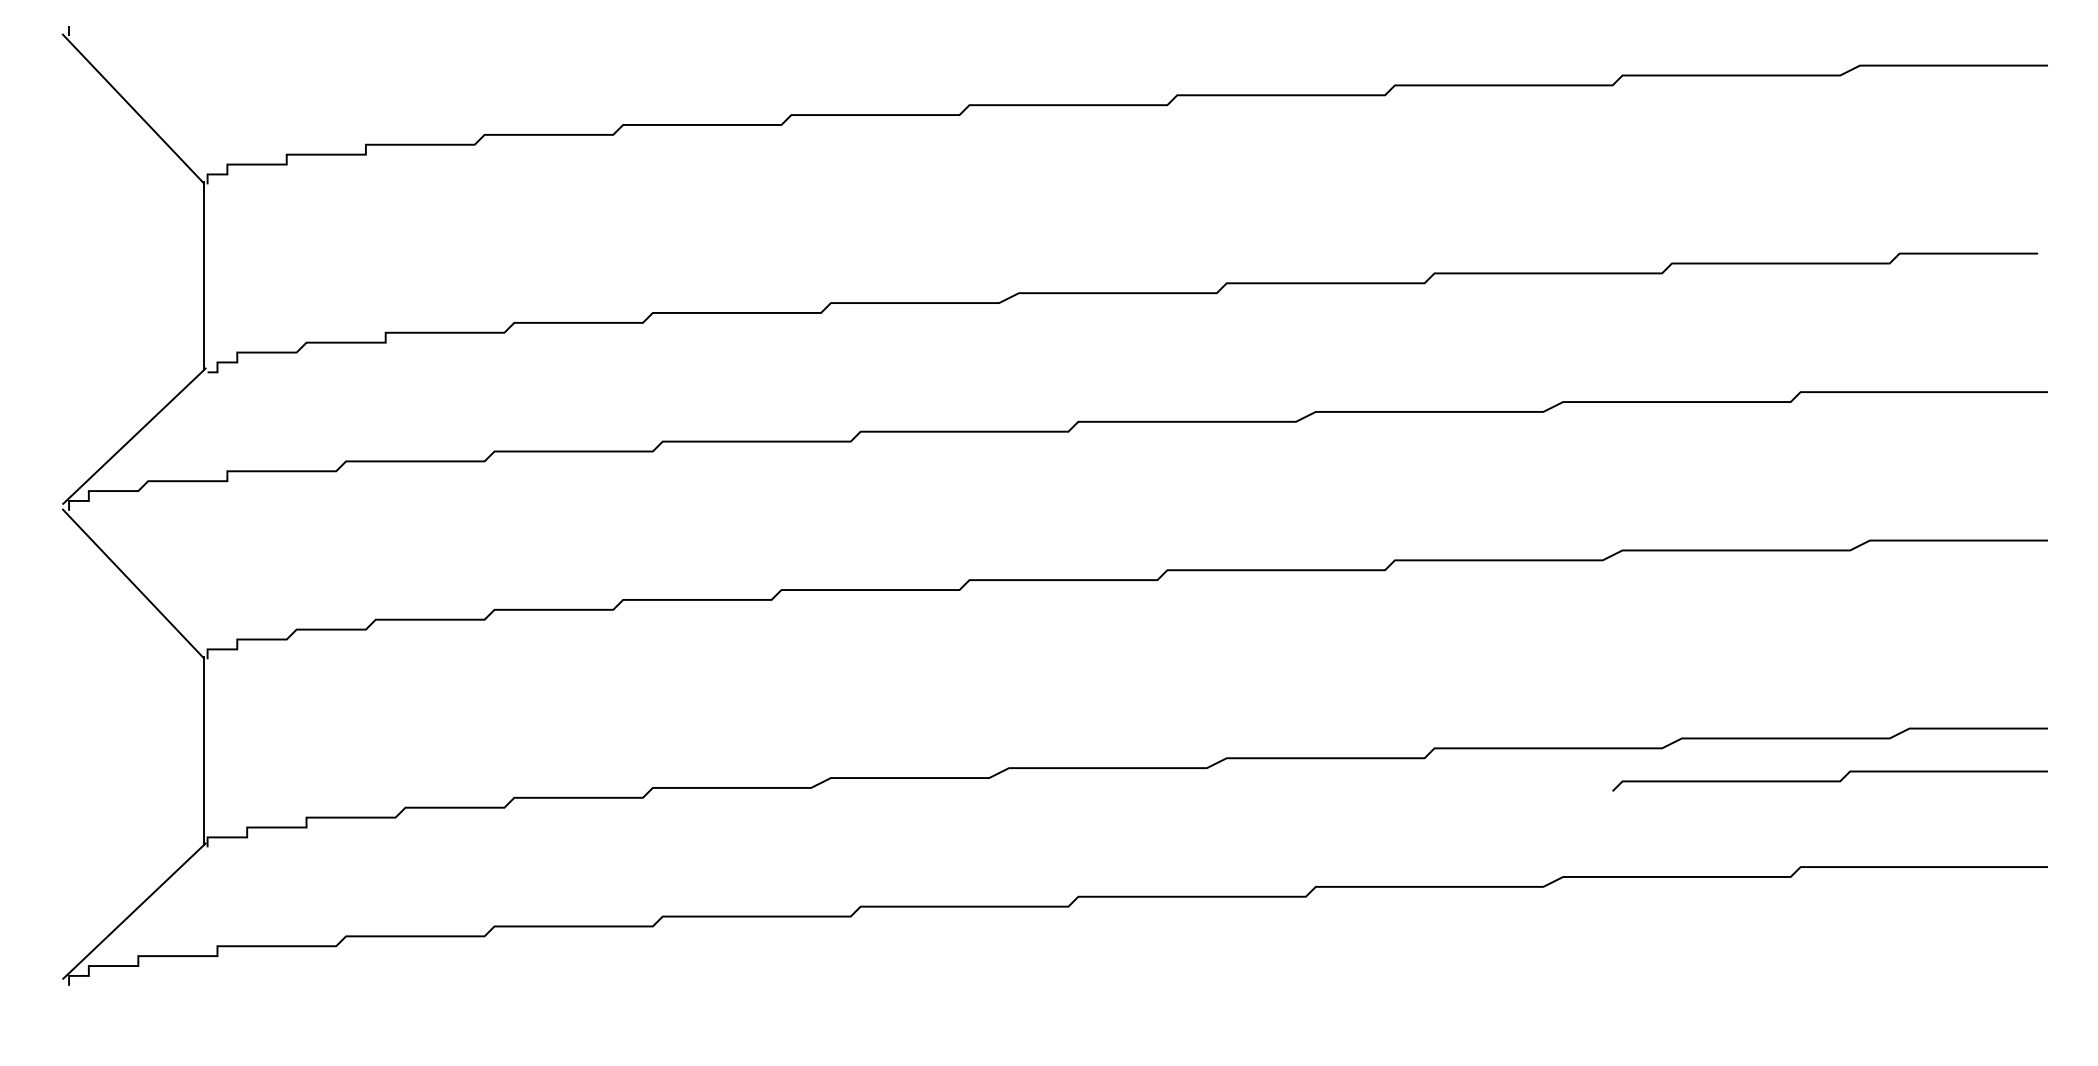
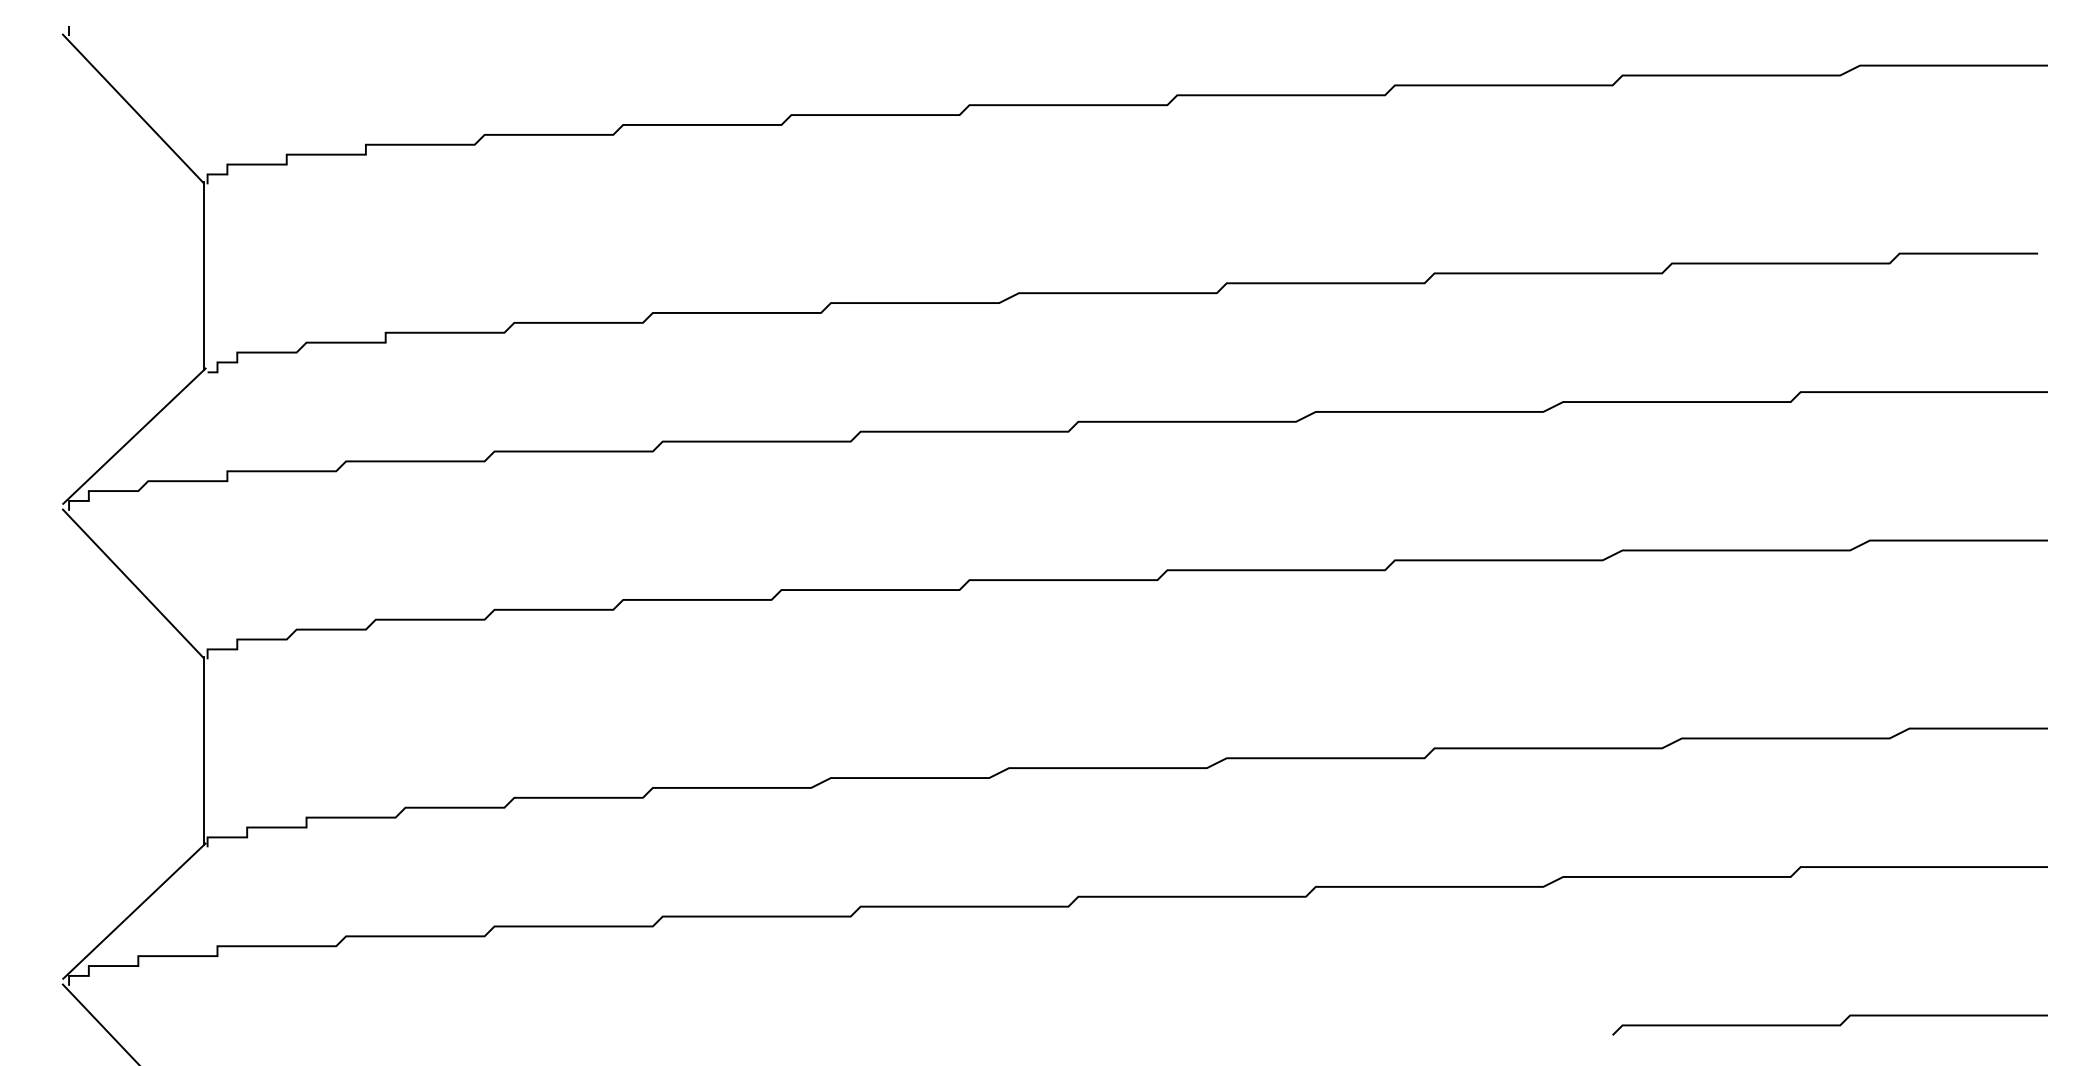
curve at (1829, 780) position: (1829, 780) -> (1829, 1024)
line at (99, 1023): none -> present
